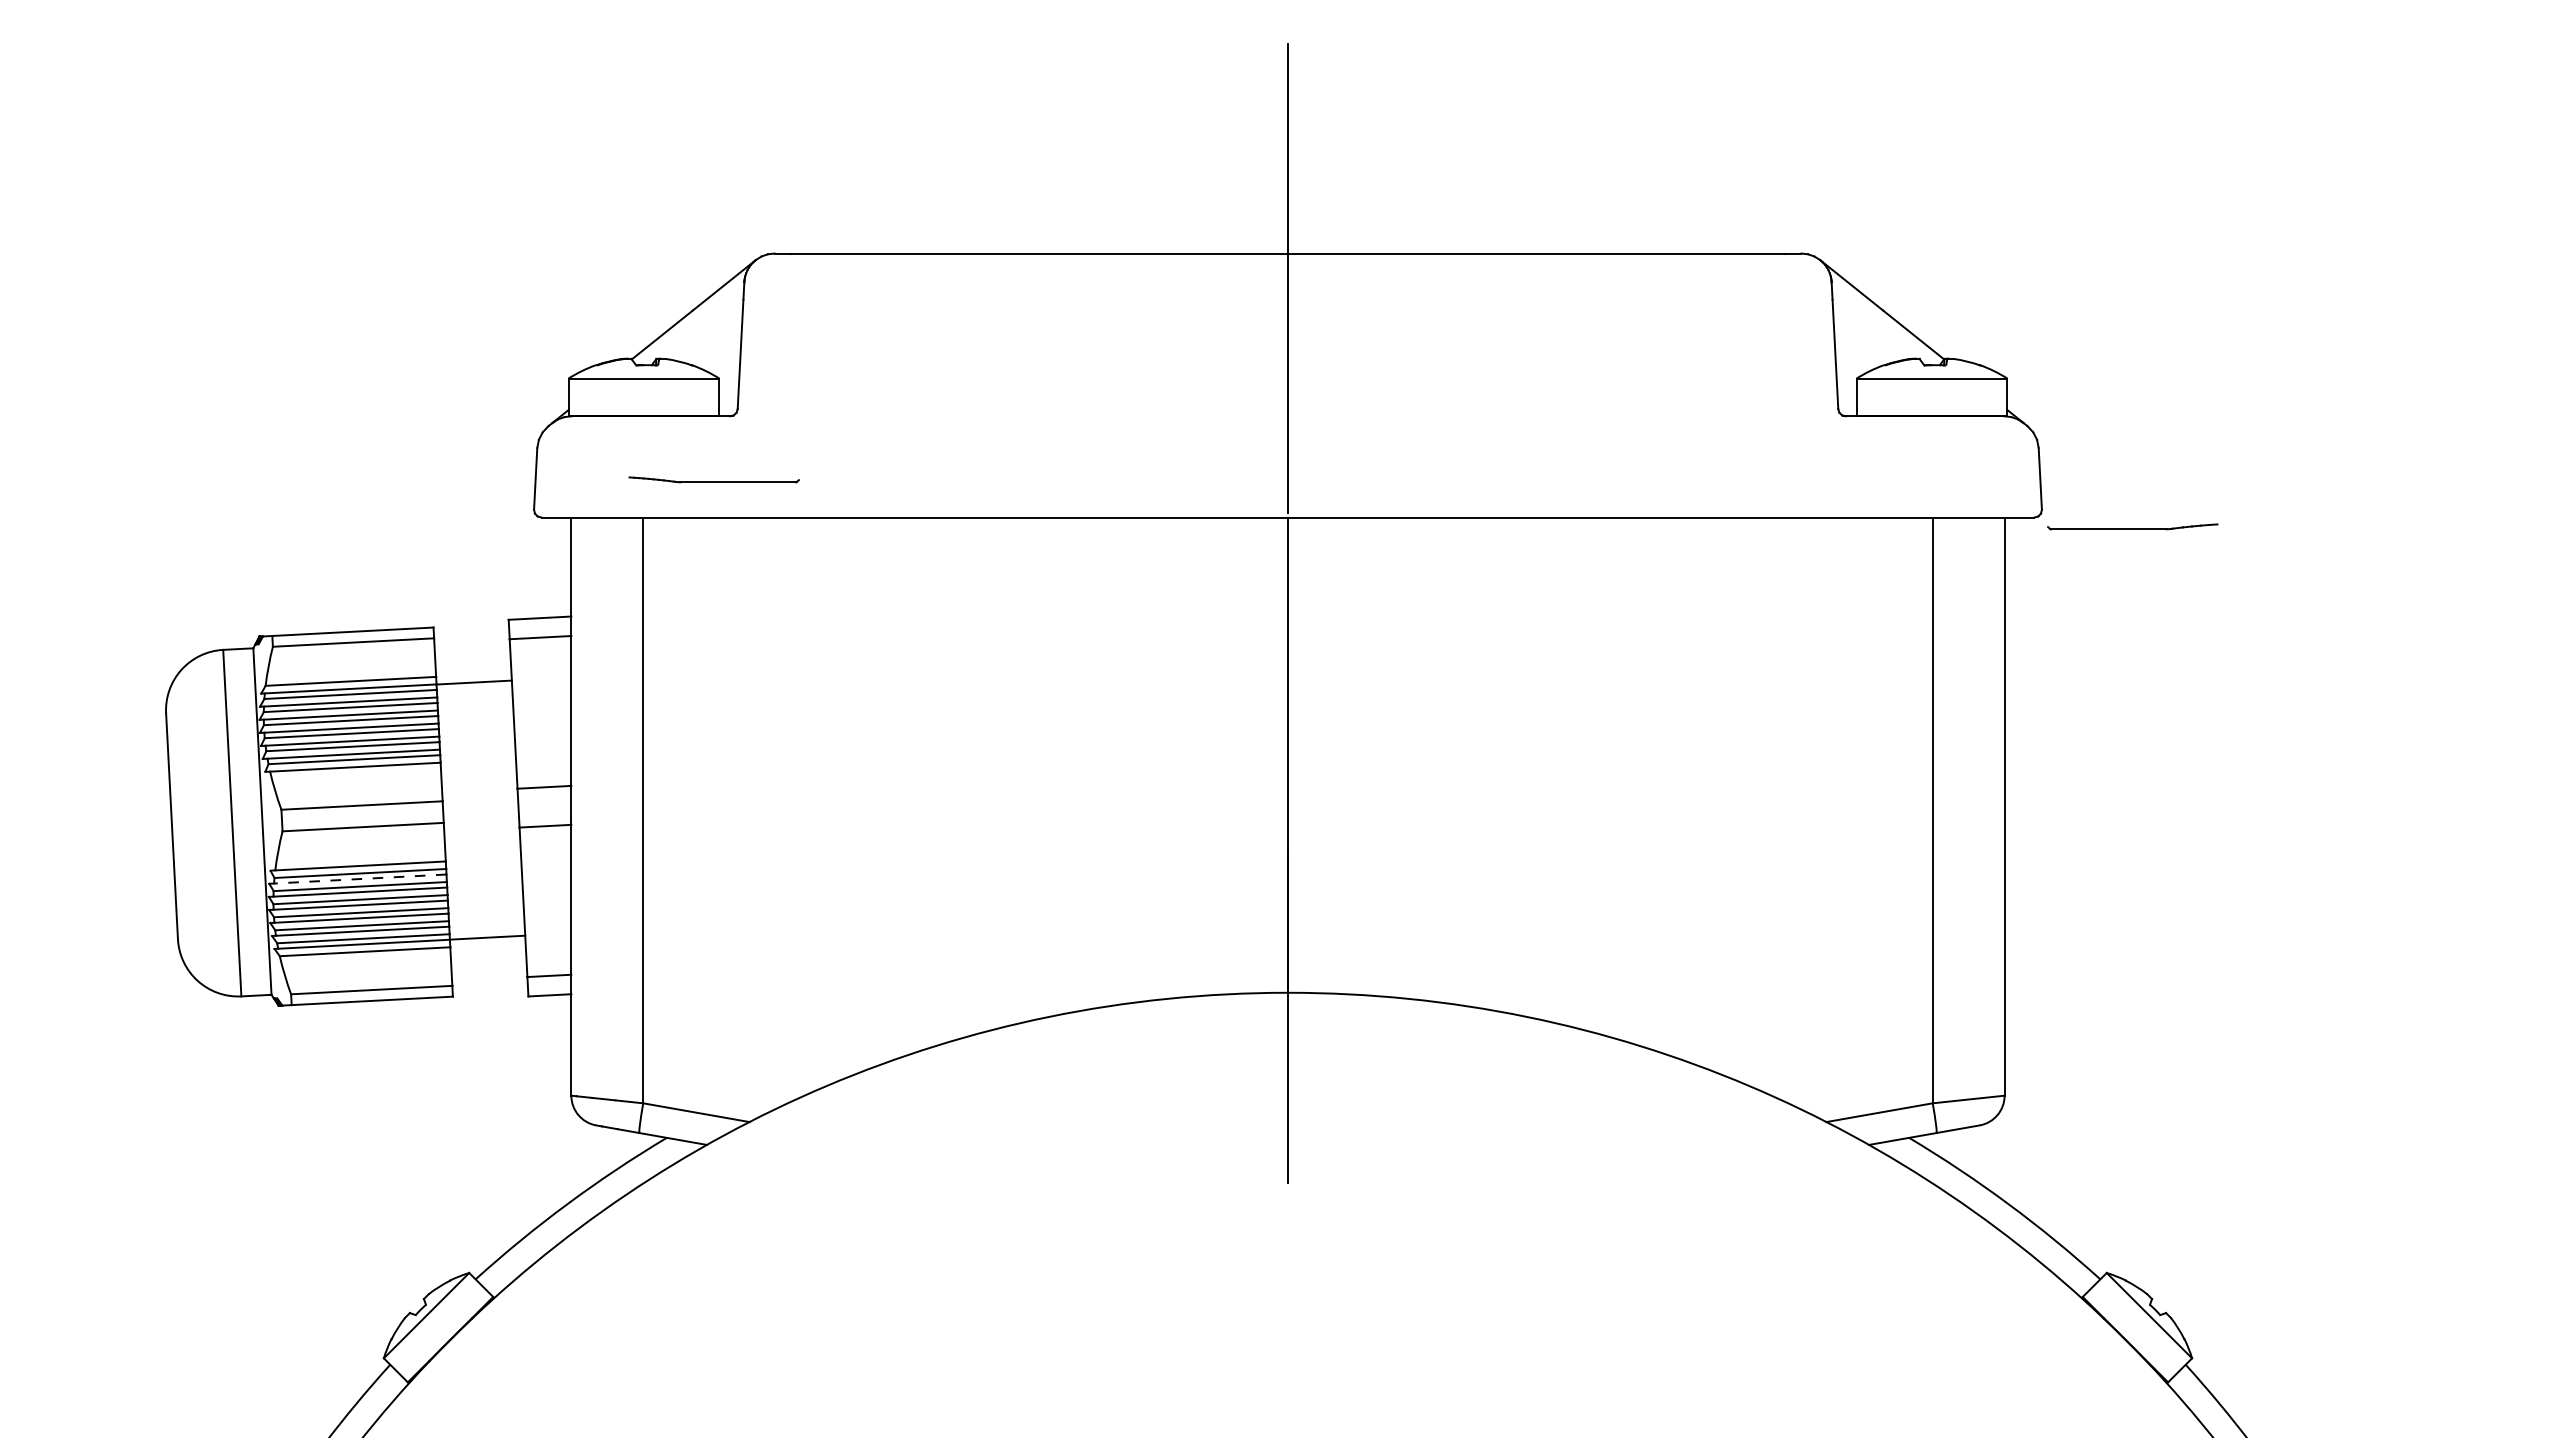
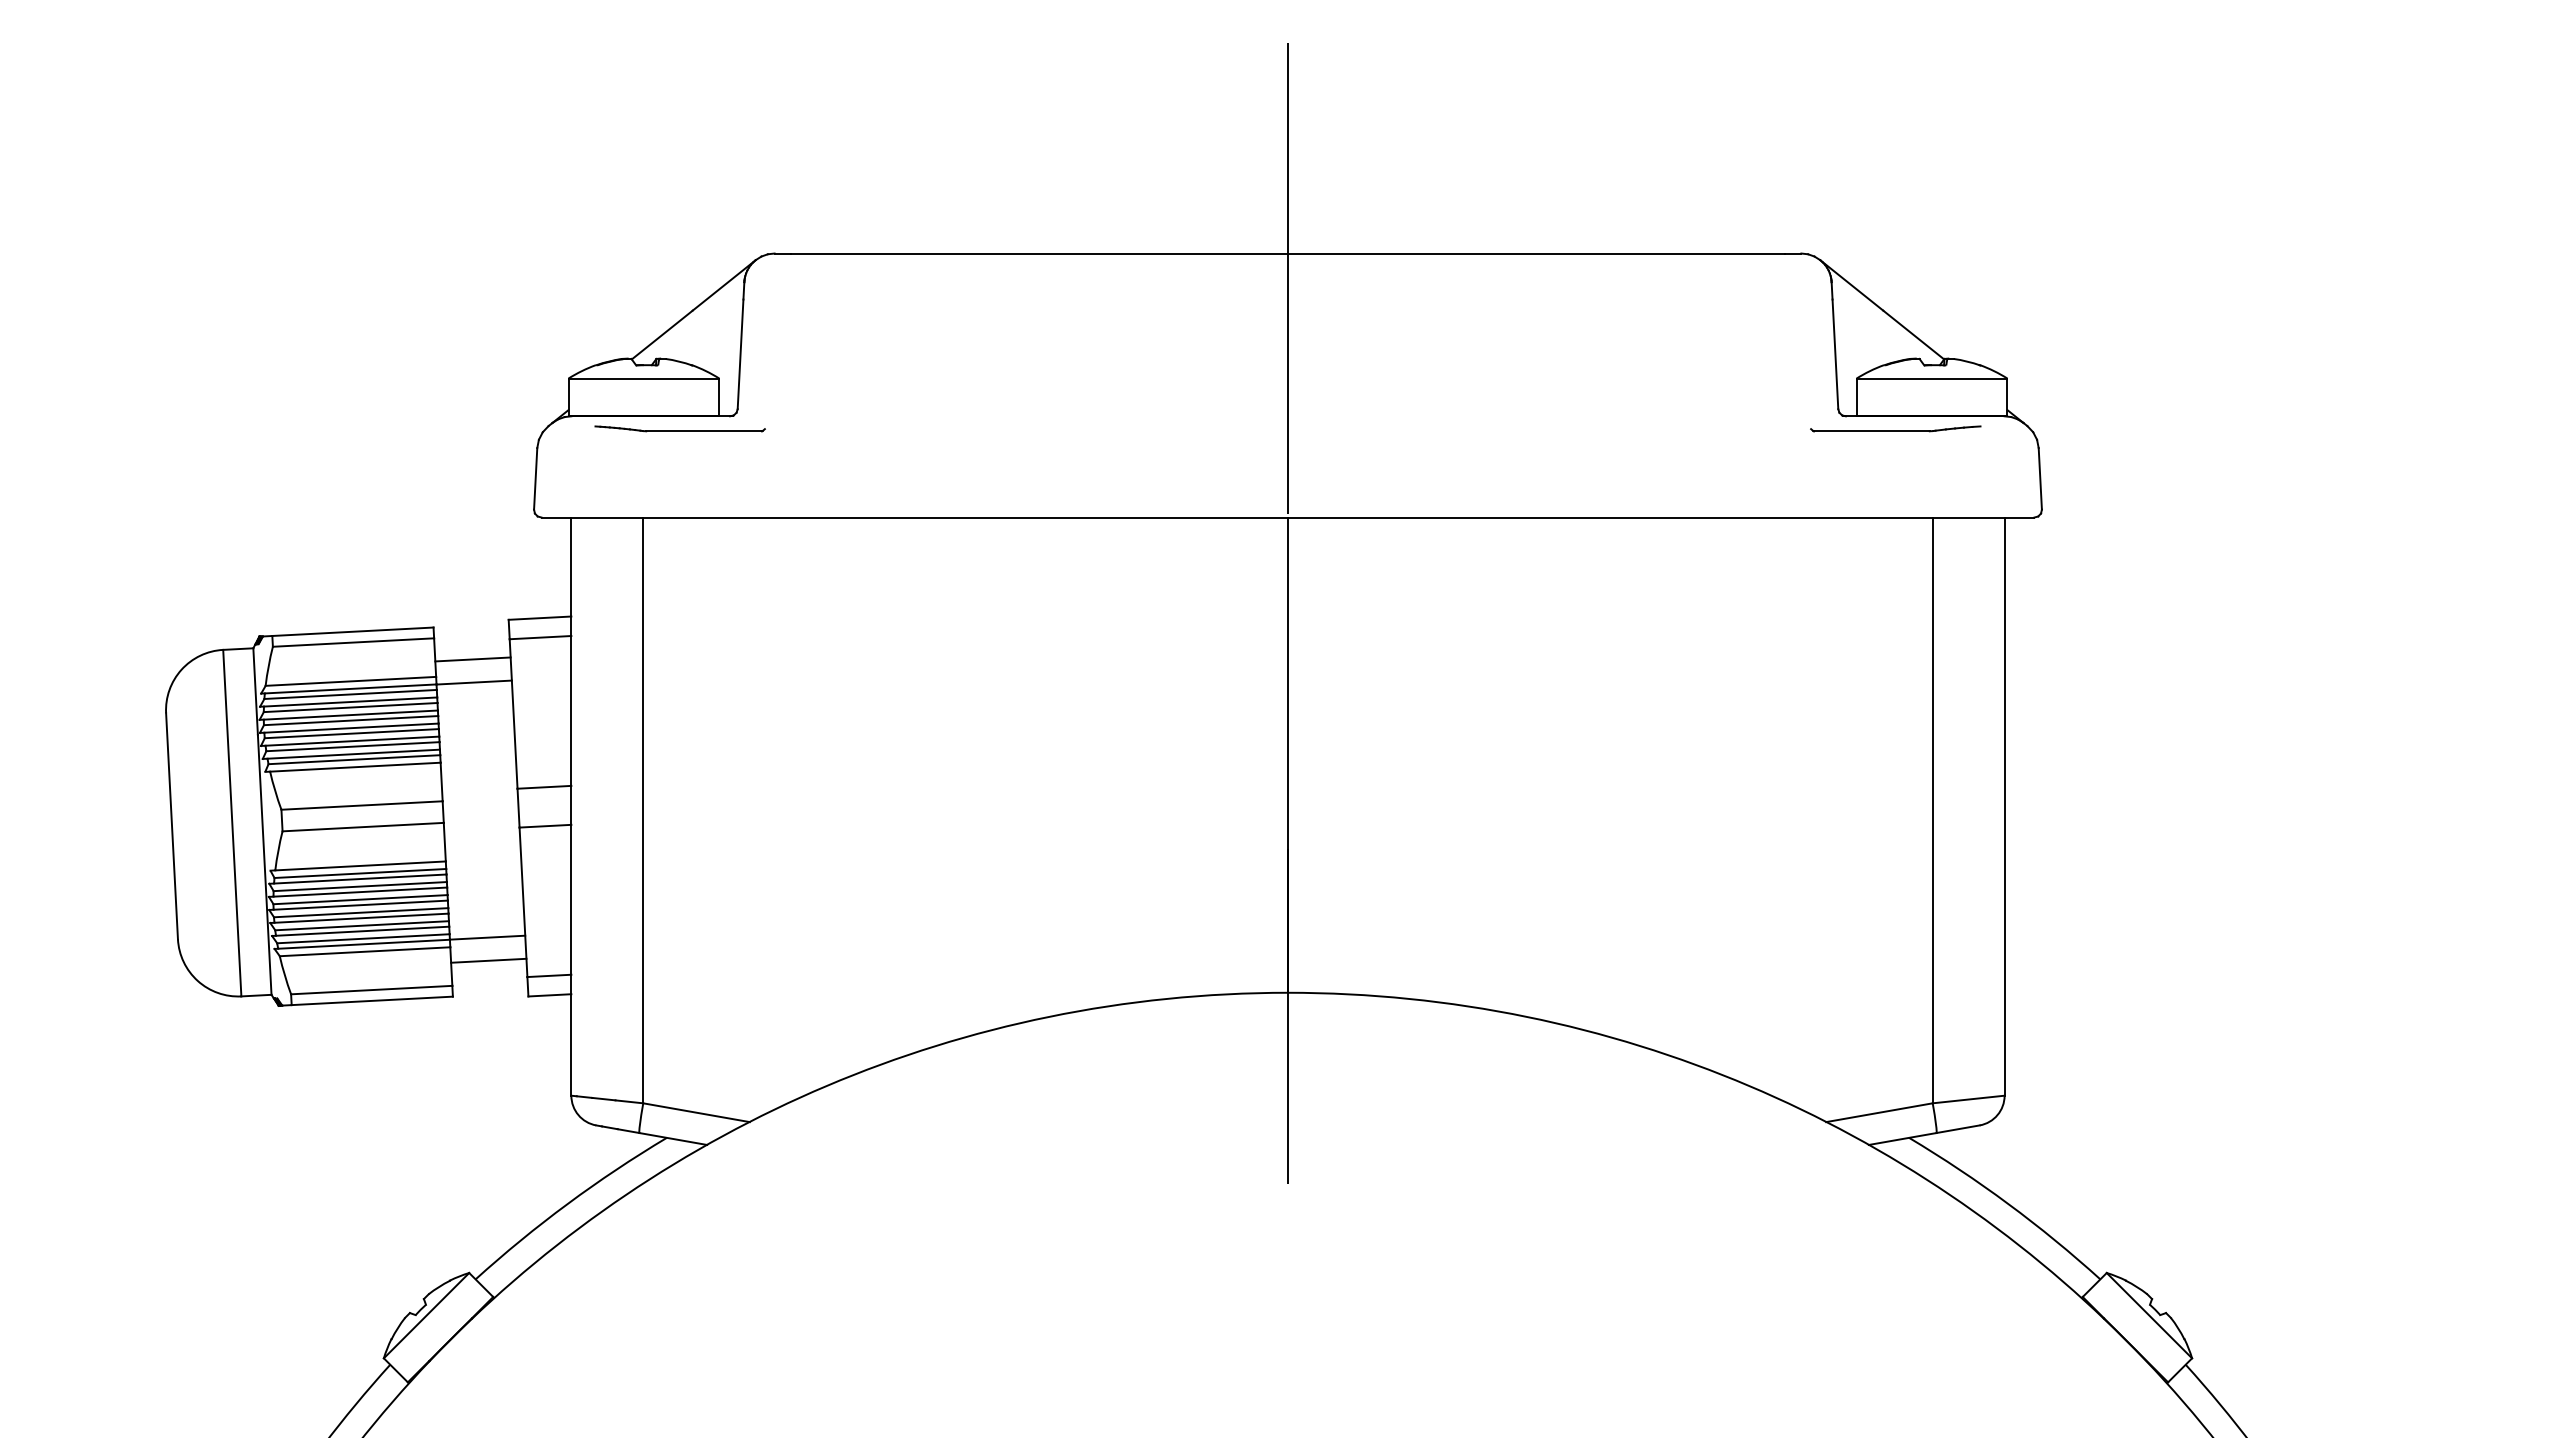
part at (713, 479) position: (713, 479) -> (679, 428)
part at (2132, 526) position: (2132, 526) -> (1895, 428)
line at (472, 659): none -> present
line at (359, 879): dashed -> solid
line at (488, 960): none -> present
